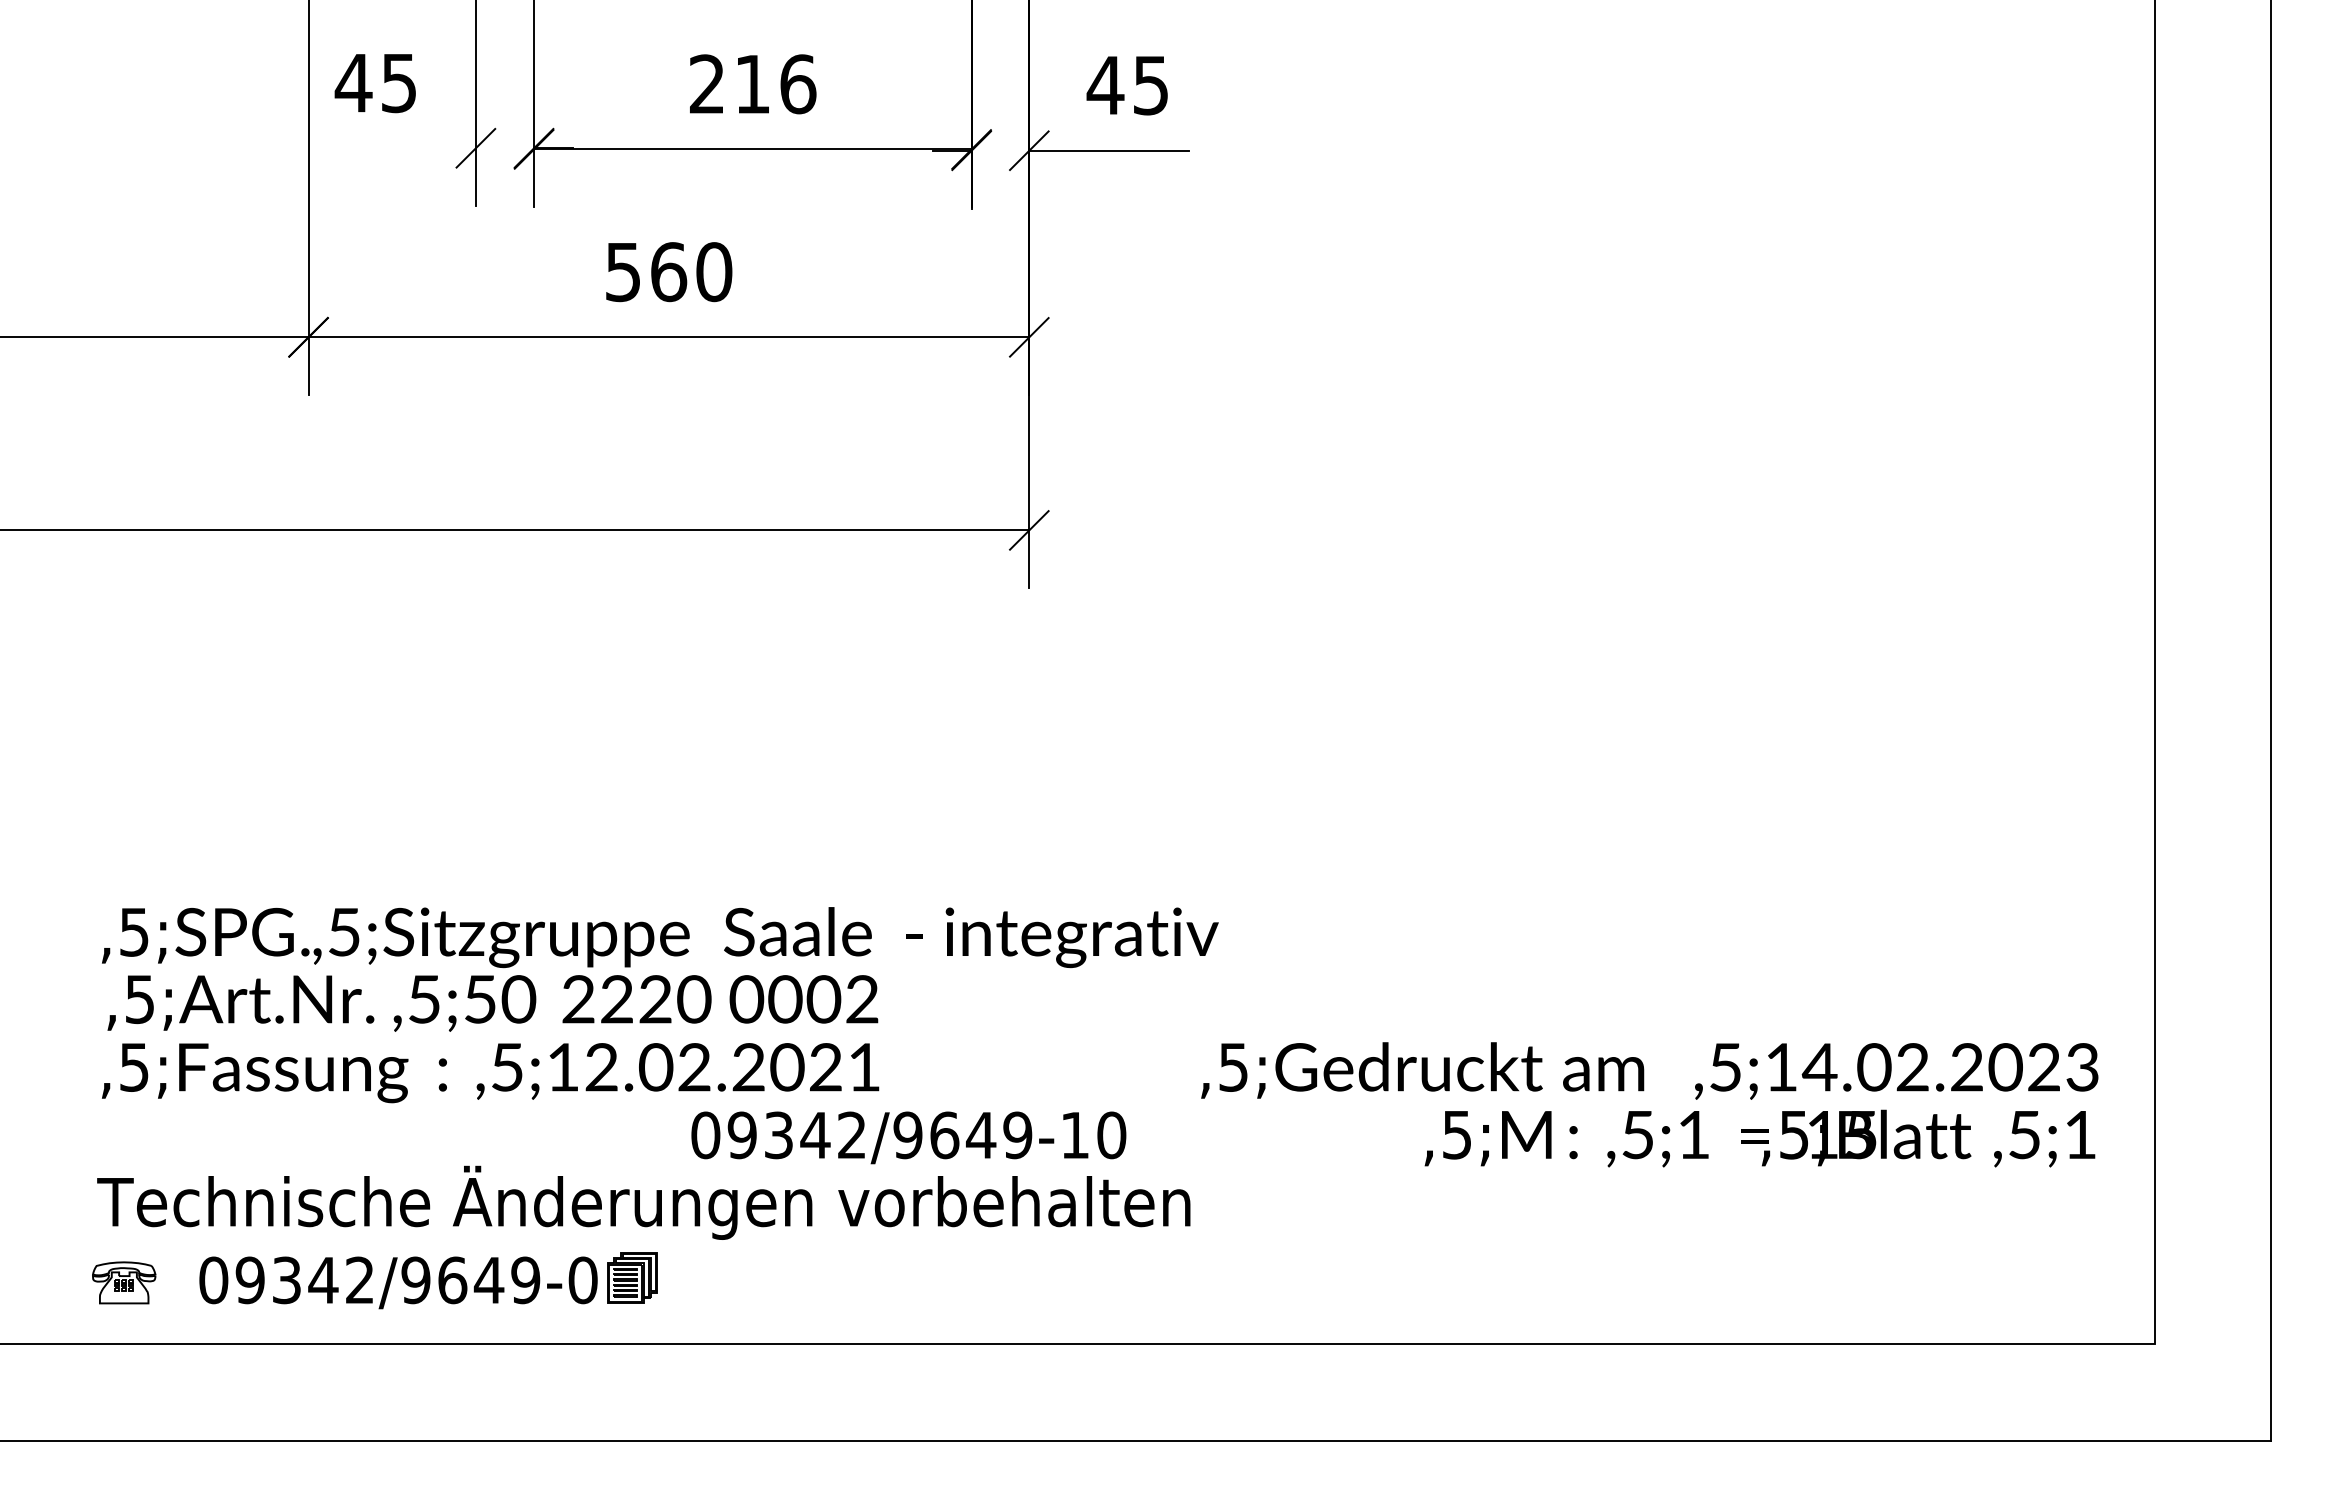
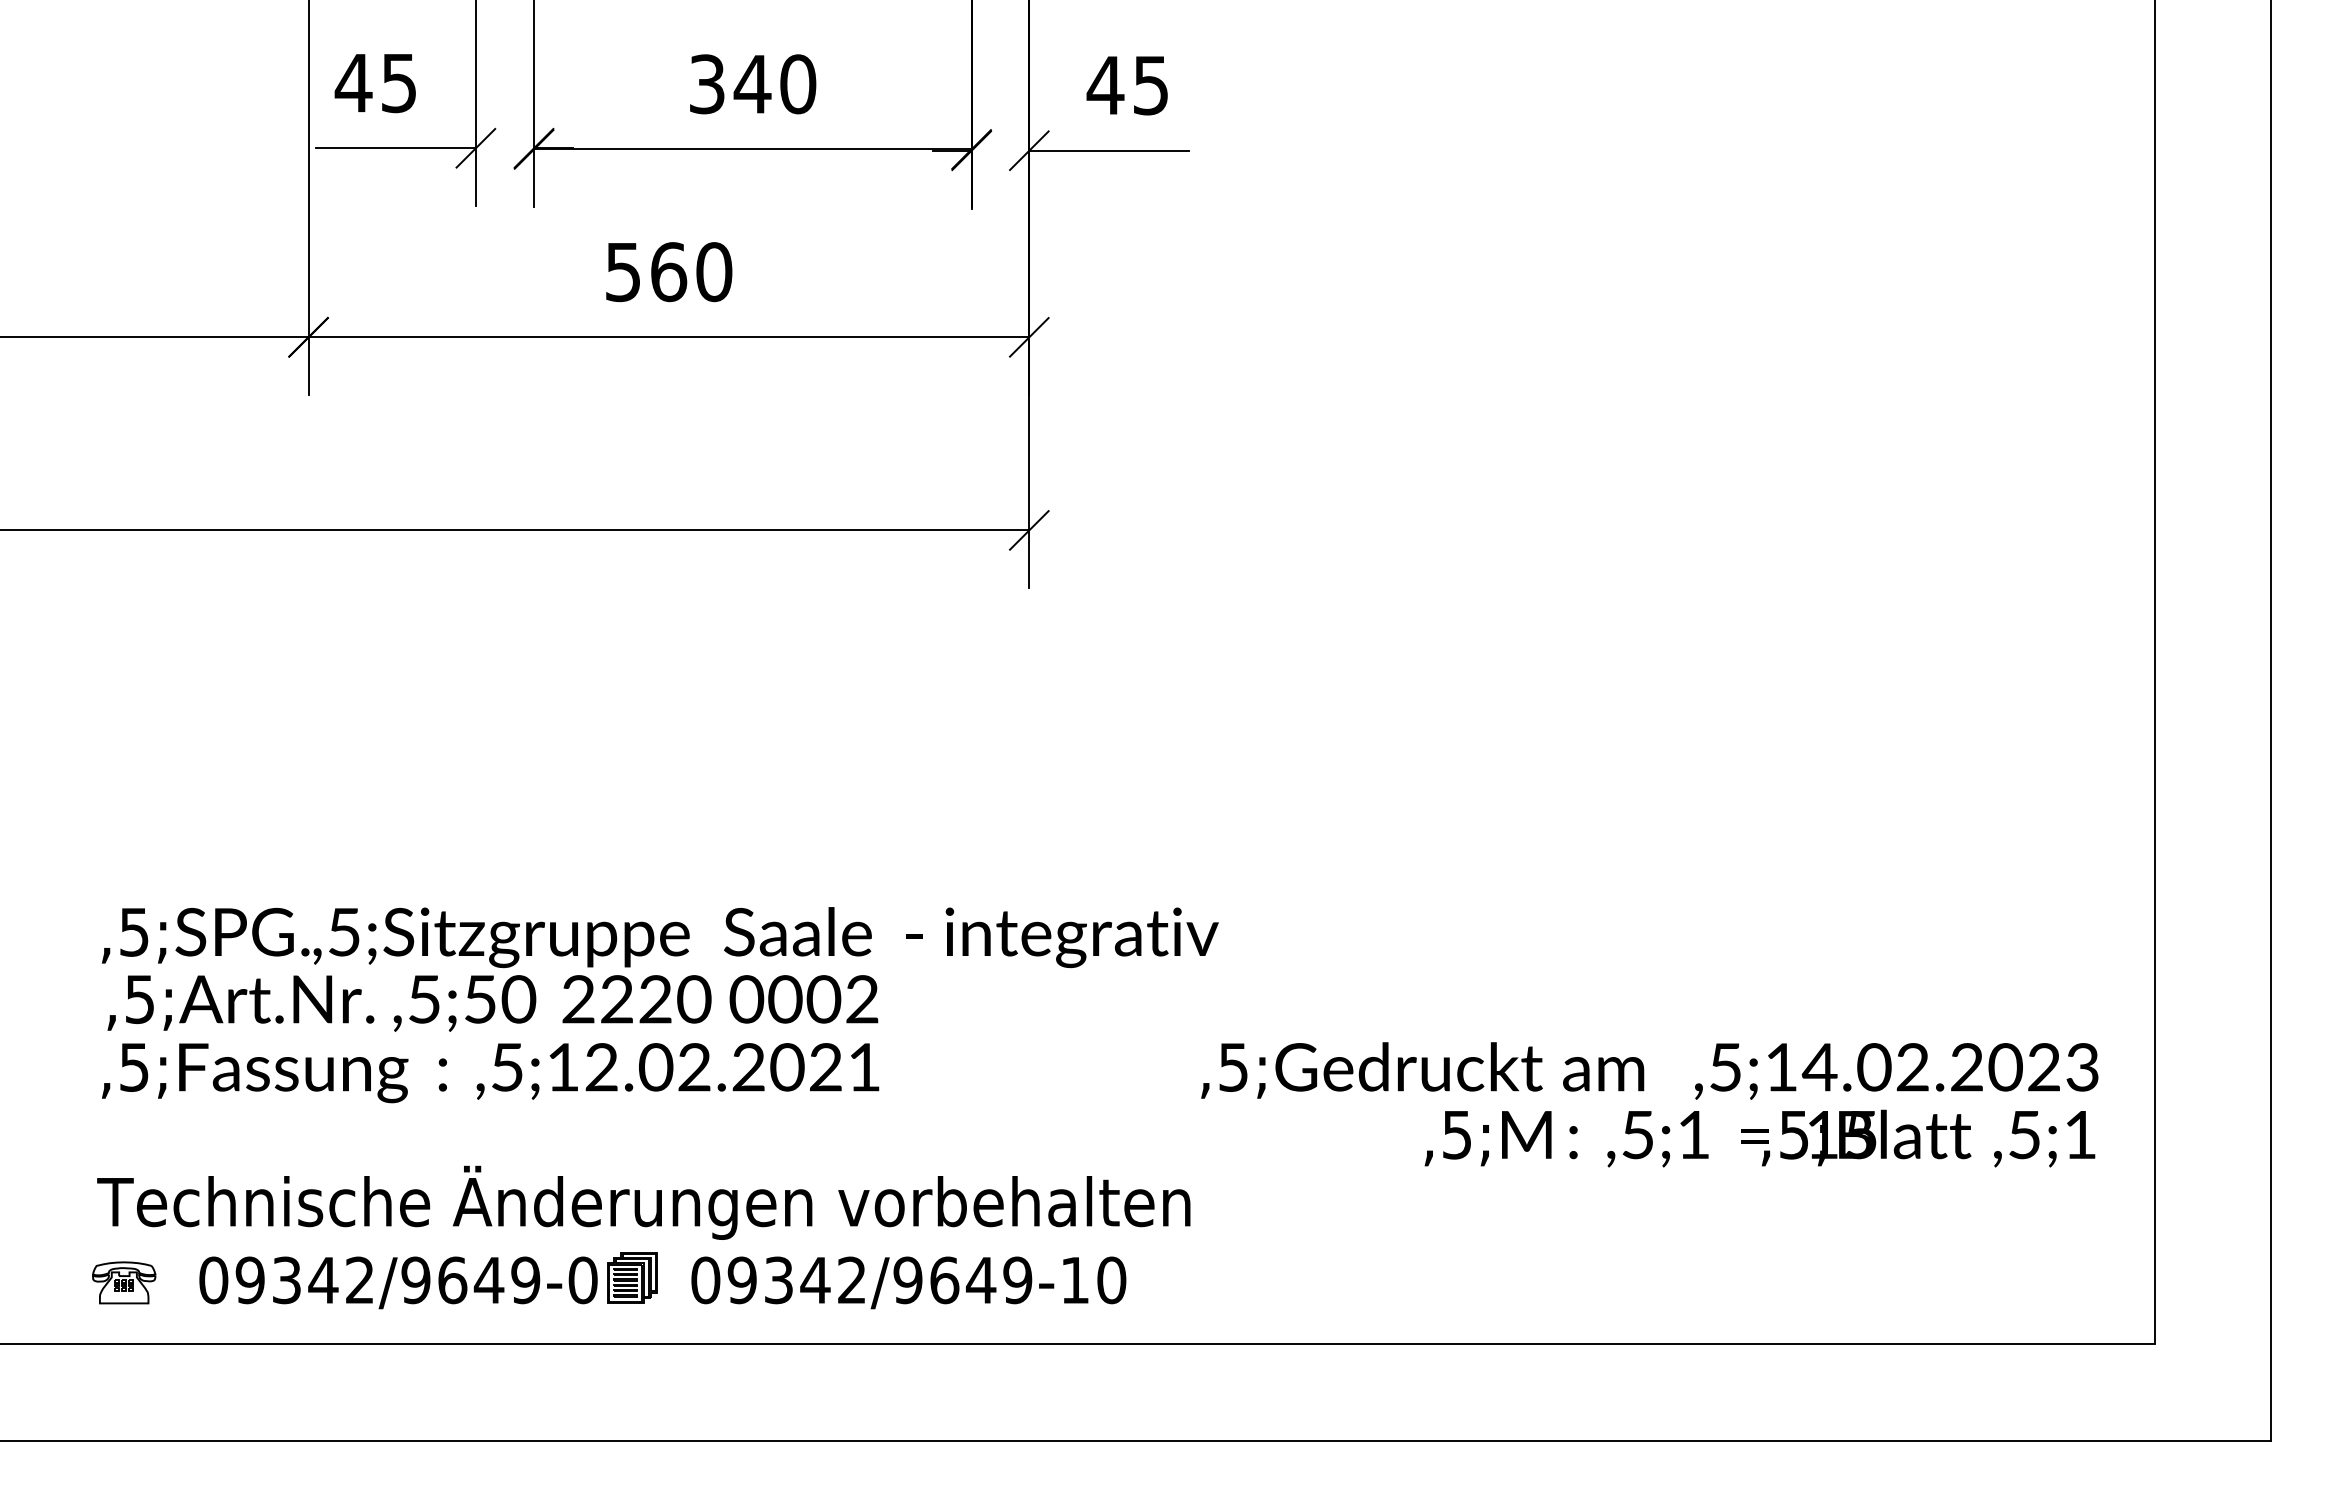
text at (753, 84): 216 -> 340
line at (395, 148): none -> present
text at (908, 1137) position: (908, 1137) -> (908, 1282)
